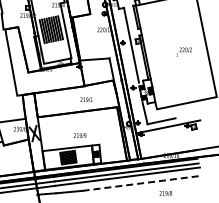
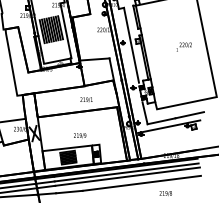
text at (183, 51) position: (183, 51) -> (183, 46)
line at (189, 115): none -> present
line at (141, 183): dashed -> solid
line at (19, 195): none -> present
